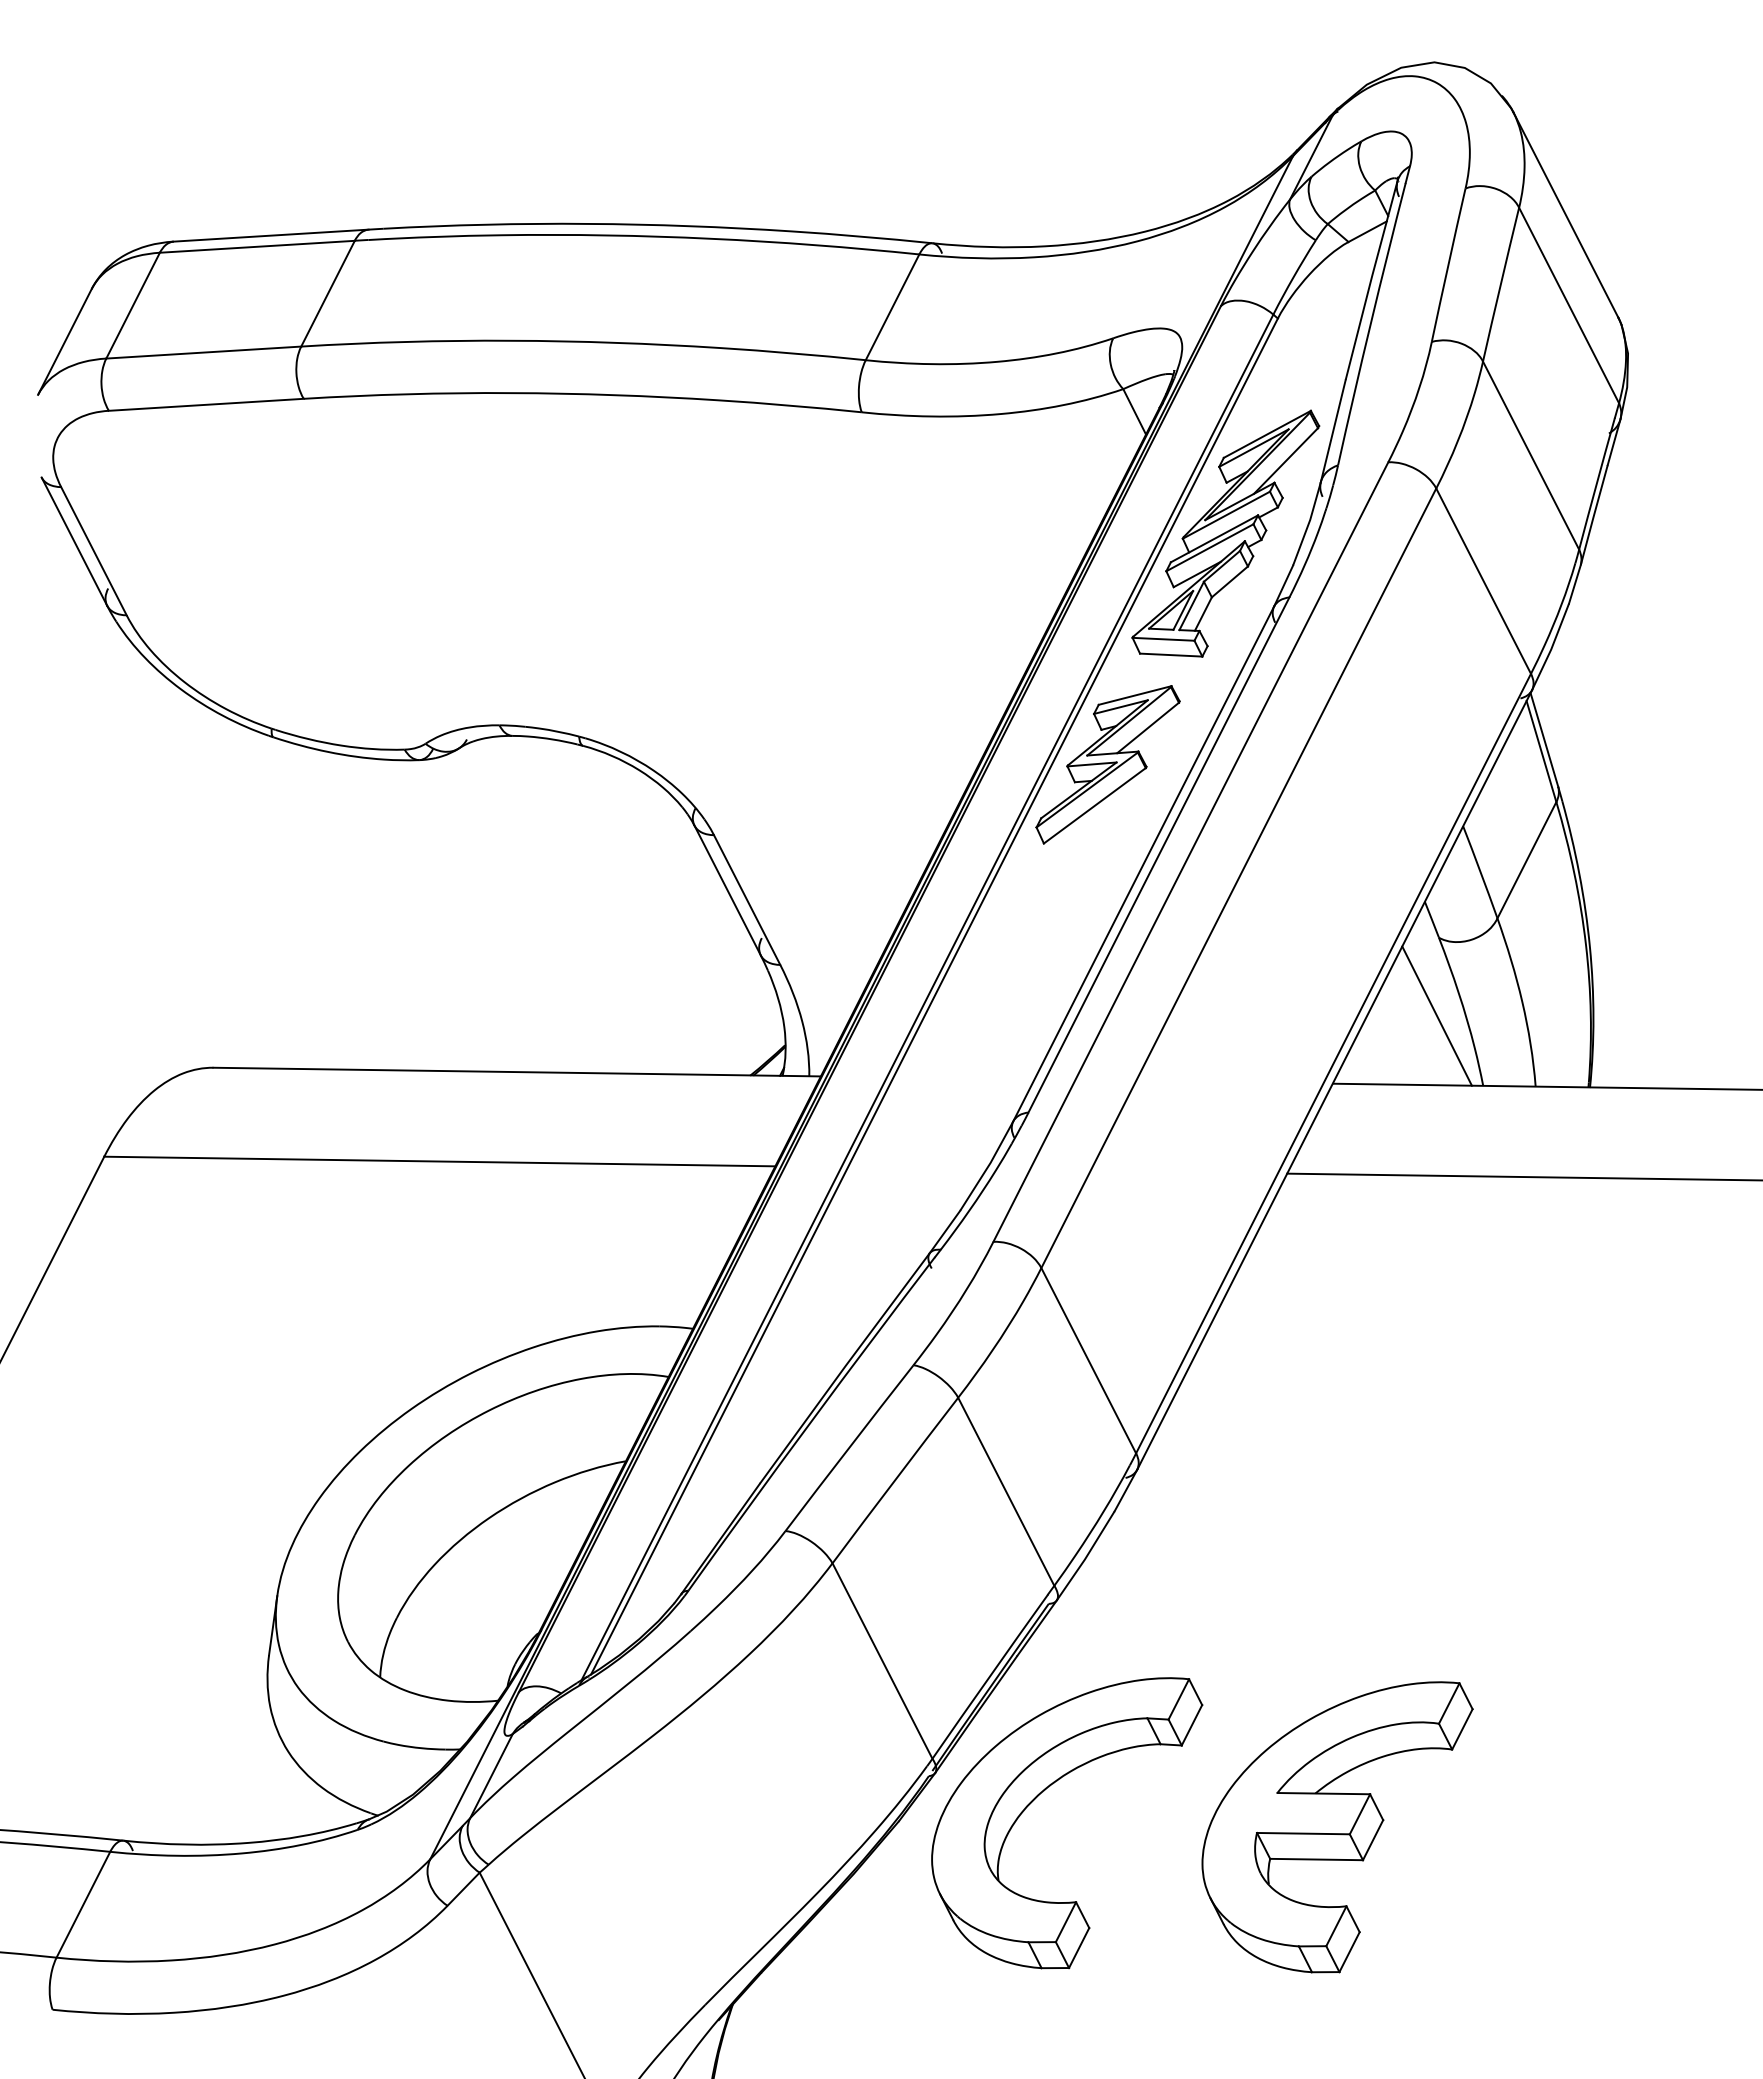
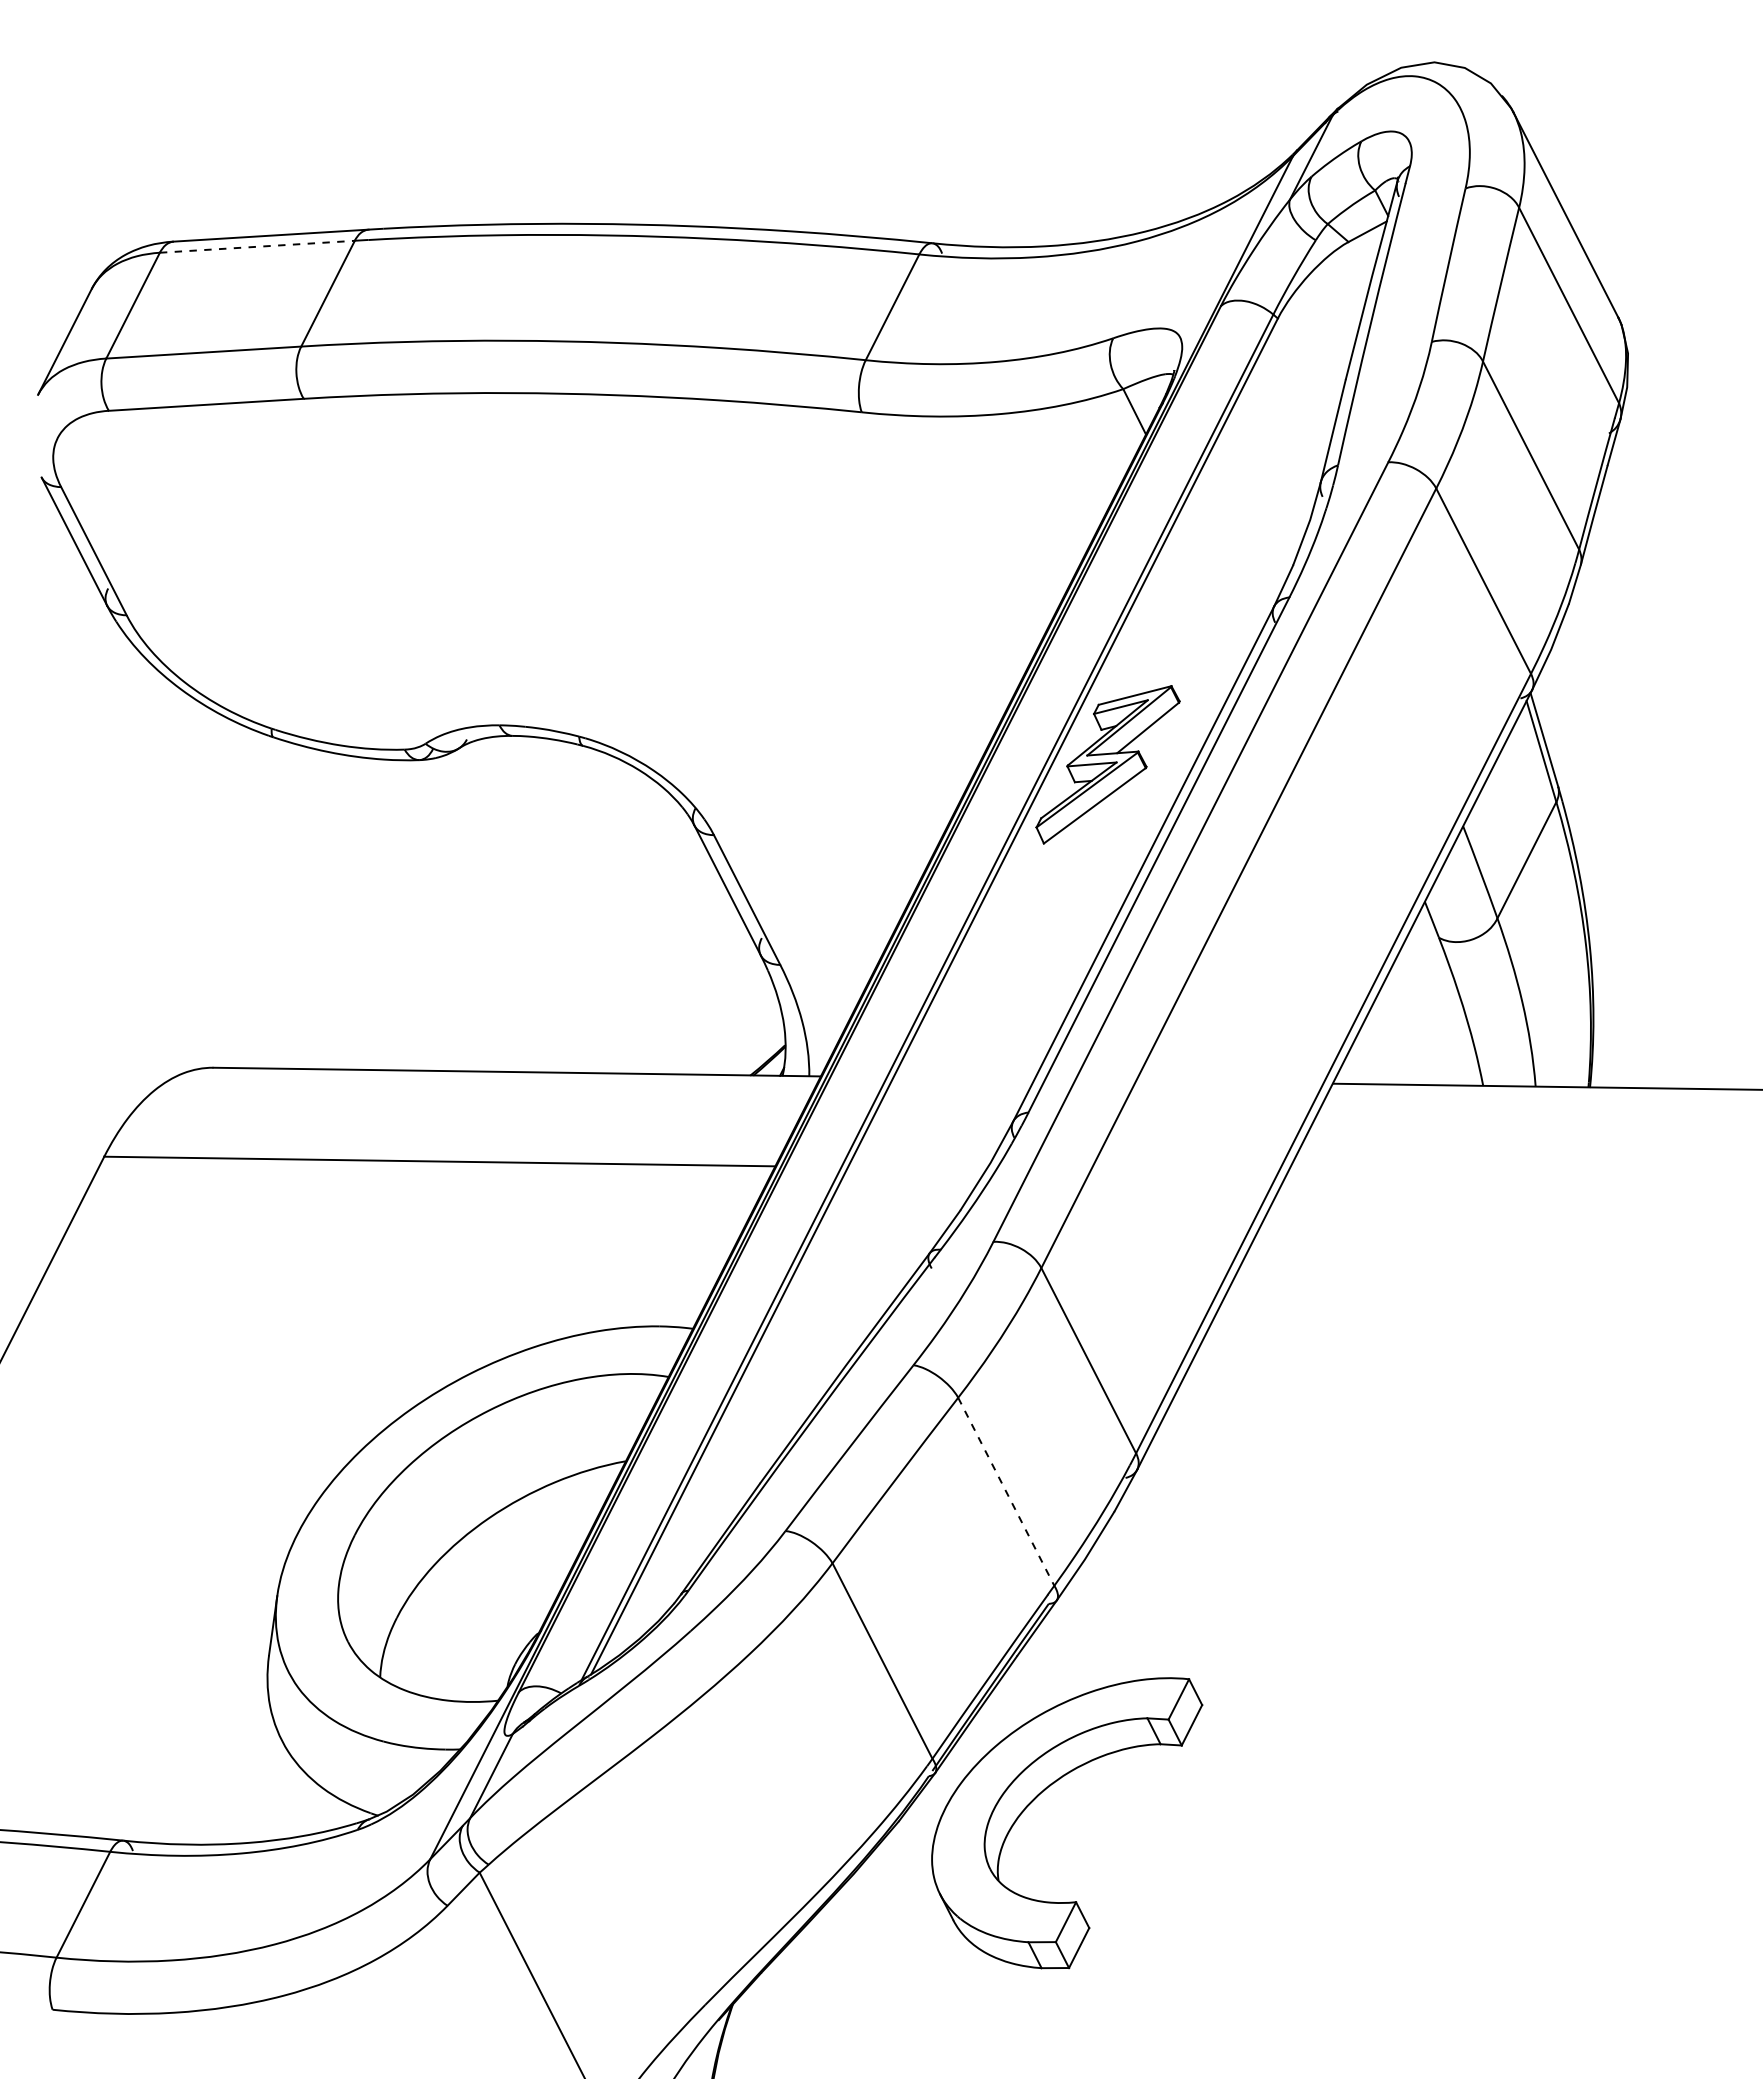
line at (257, 246): solid -> dashed
part at (1225, 533): present -> none
line at (1436, 1015): present -> none
line at (1523, 1176): present -> none
line at (1006, 1491): solid -> dashed
part at (1337, 1827): present -> none
